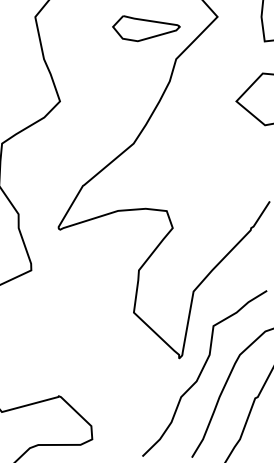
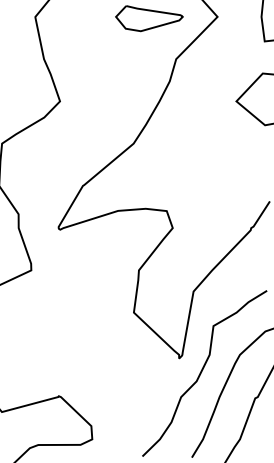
part at (146, 28) position: (146, 28) -> (149, 18)
